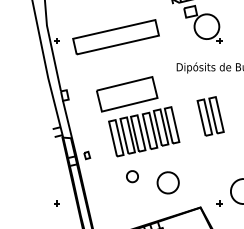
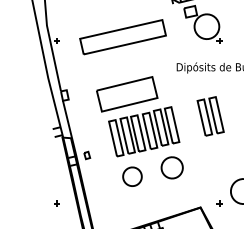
part at (115, 37) position: (115, 37) -> (122, 37)
part at (132, 176) size: 13x14 px -> 21x21 px
part at (167, 182) position: (167, 182) -> (171, 167)
